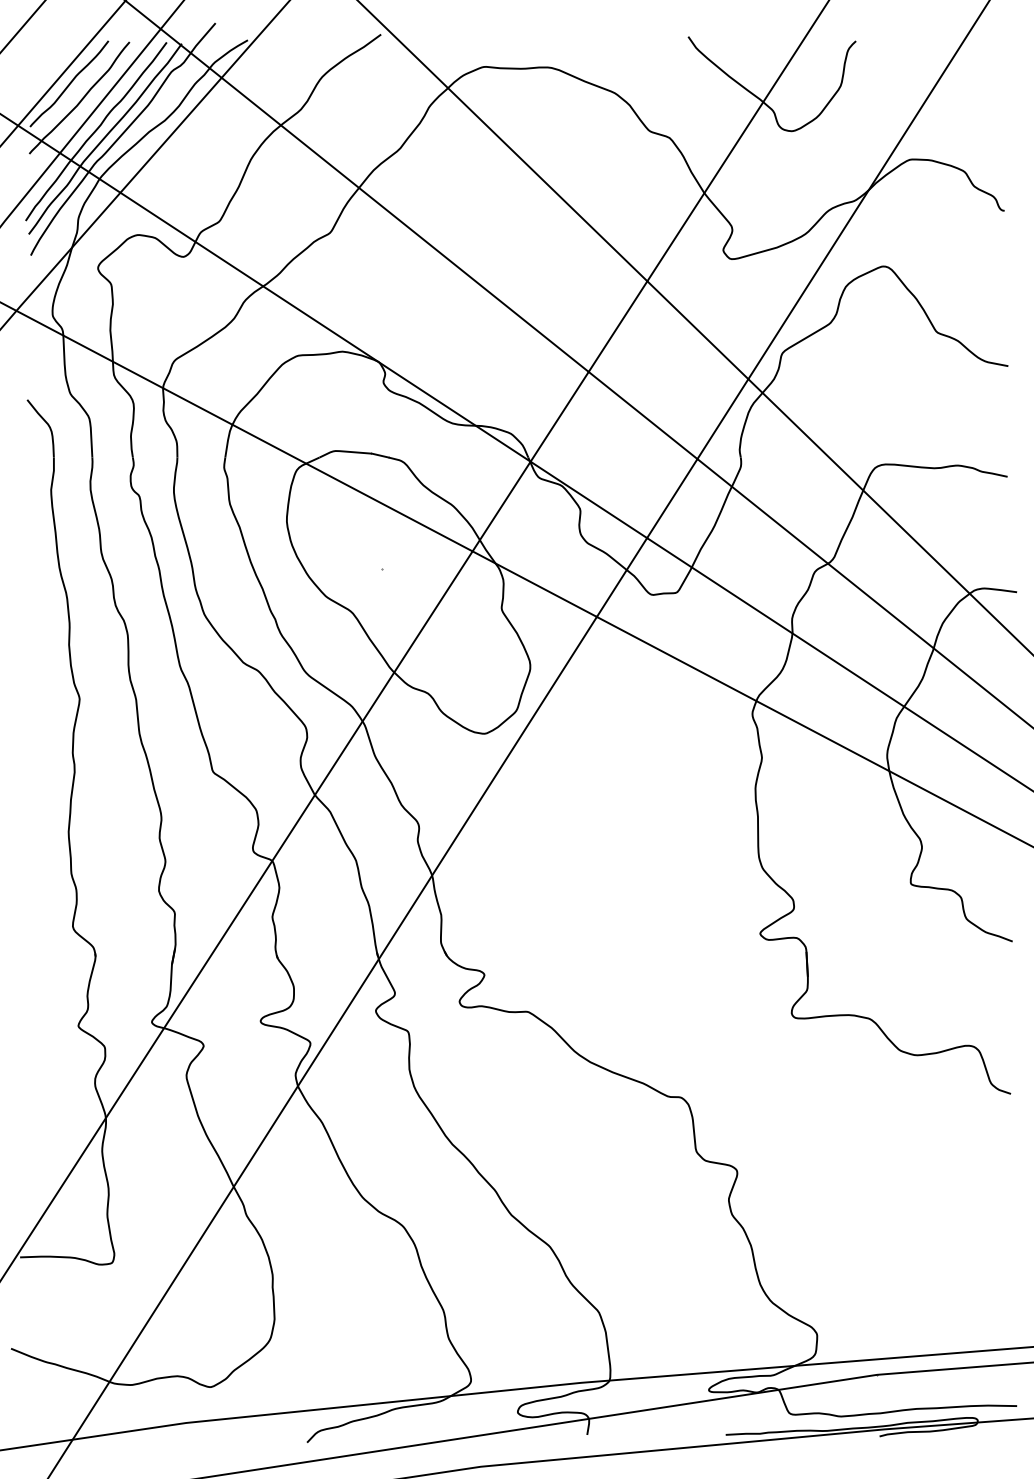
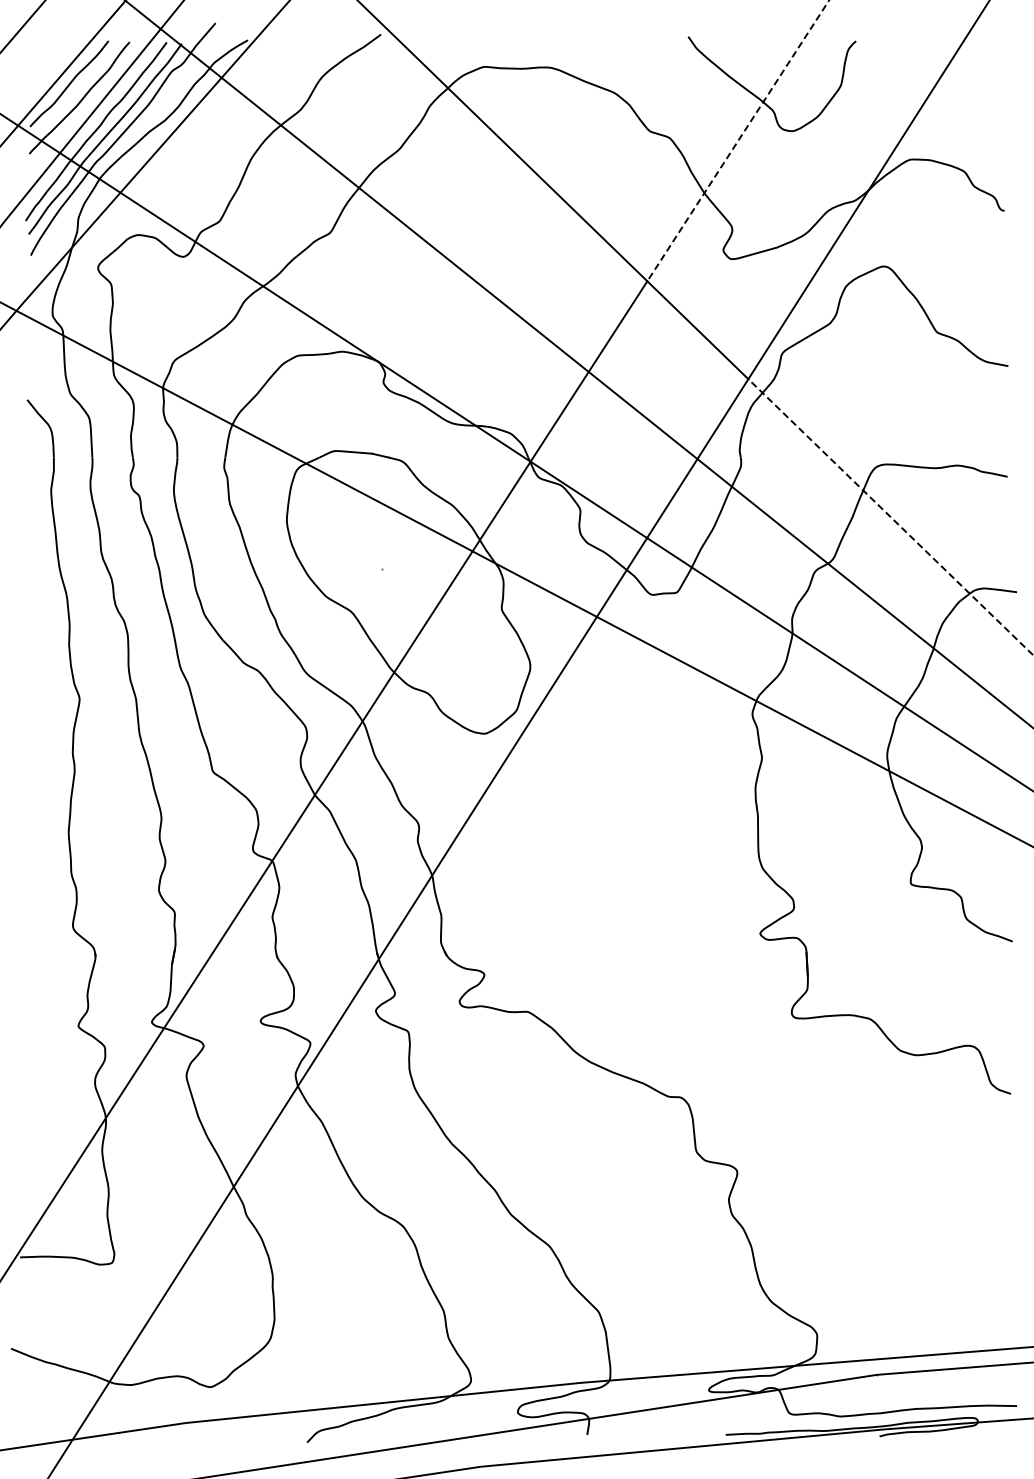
line at (738, 141): solid -> dashed
line at (890, 516): solid -> dashed
